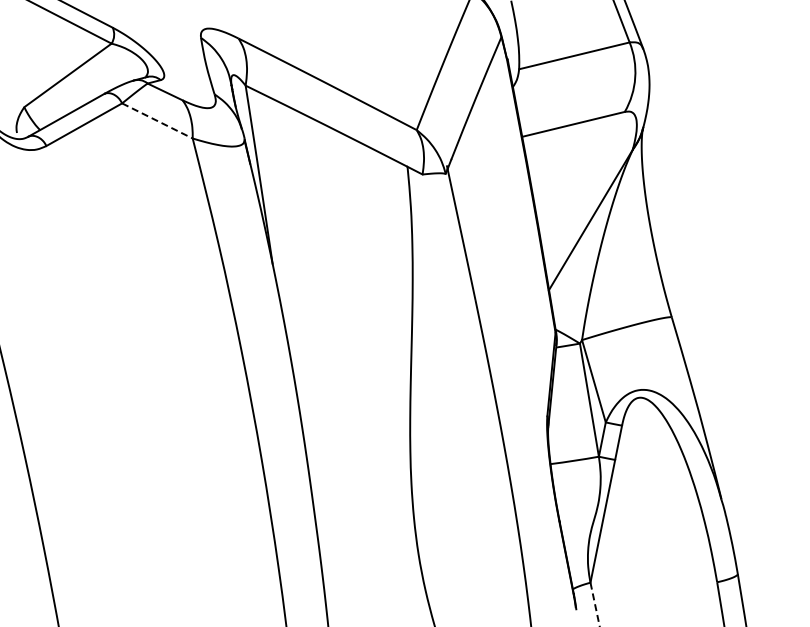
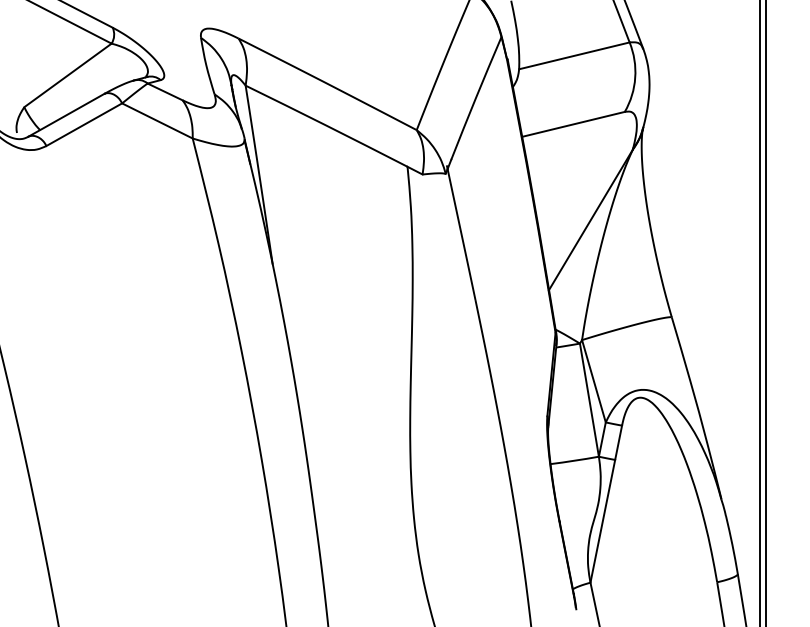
line at (157, 121): dashed -> solid
line at (759, 312): none -> present
line at (766, 312): none -> present
line at (595, 605): dashed -> solid
